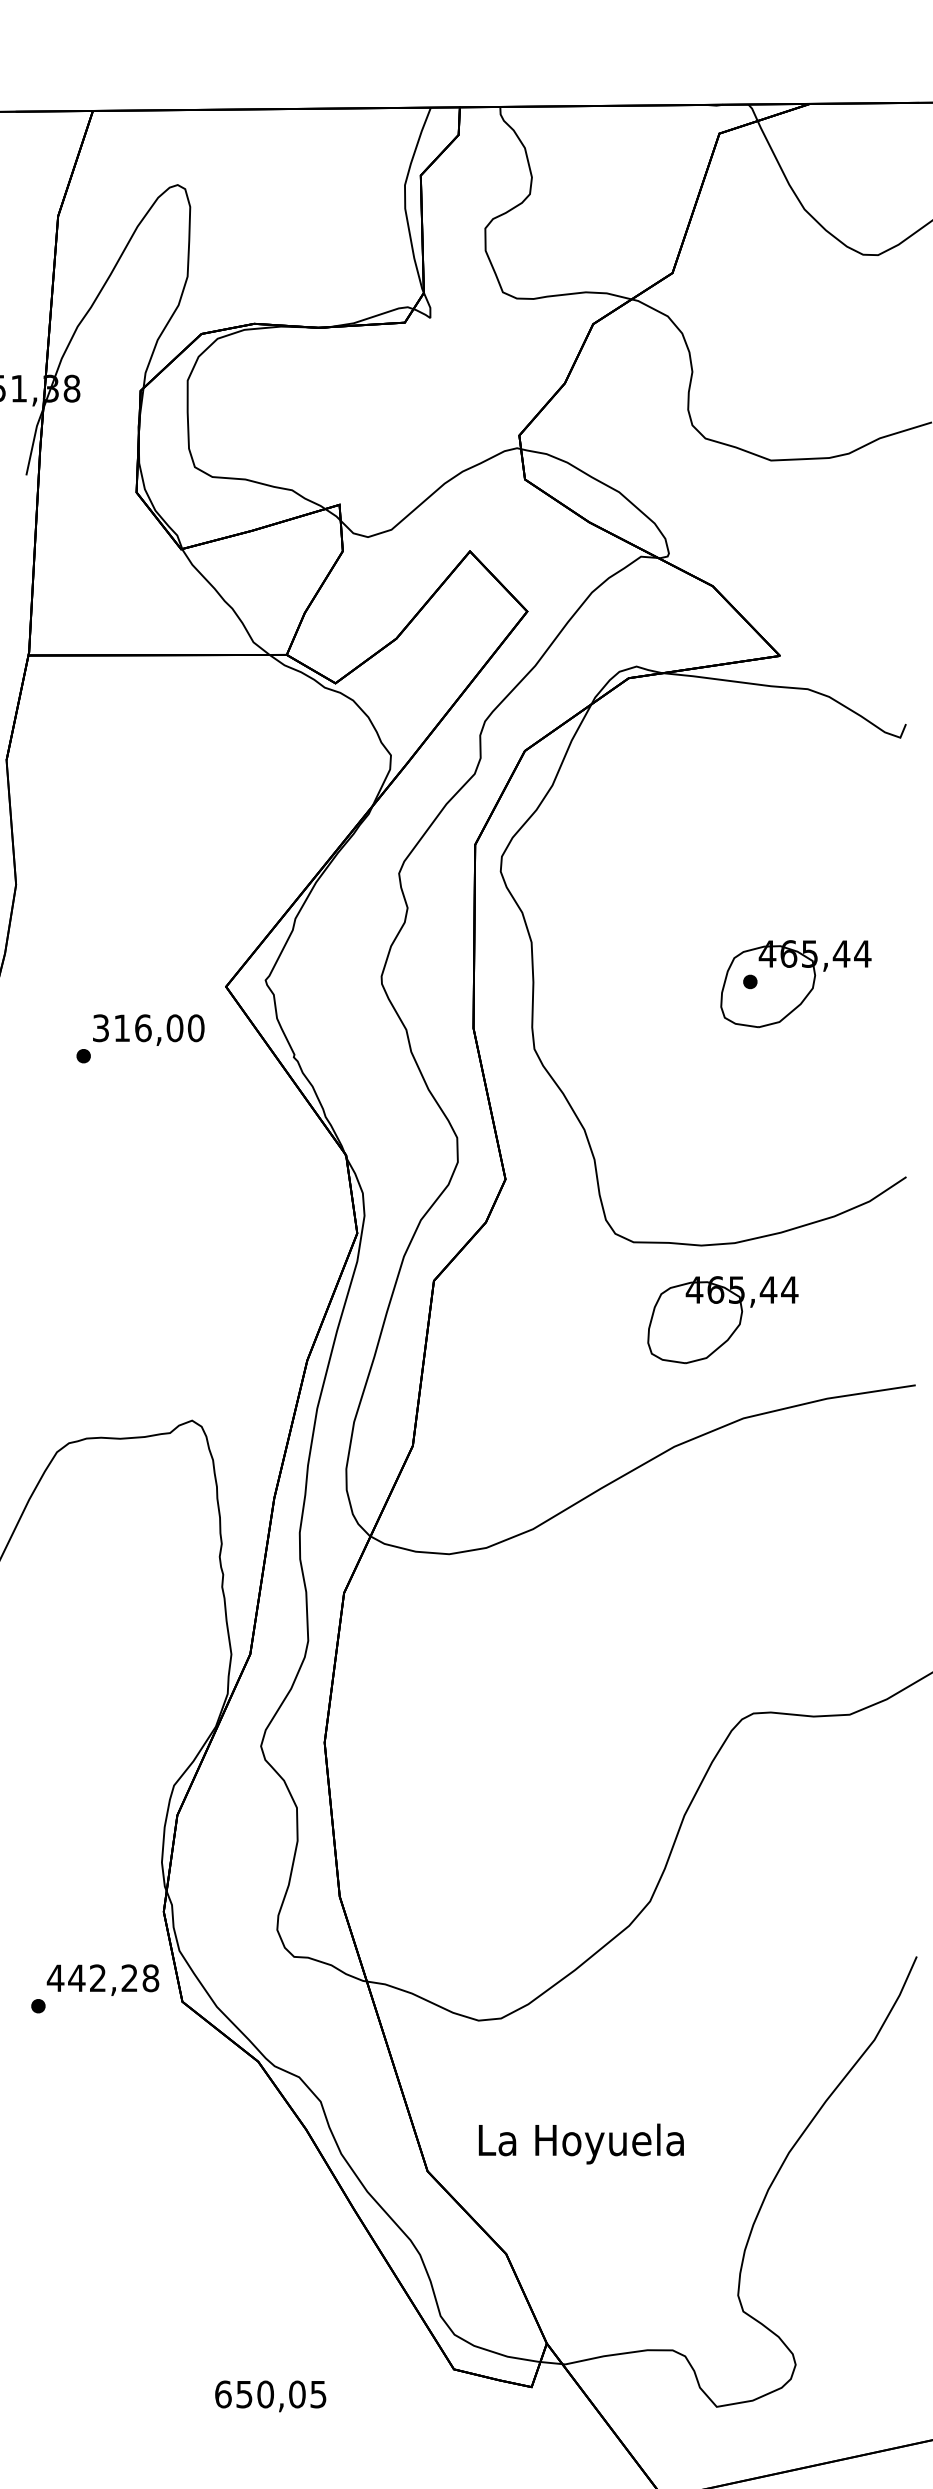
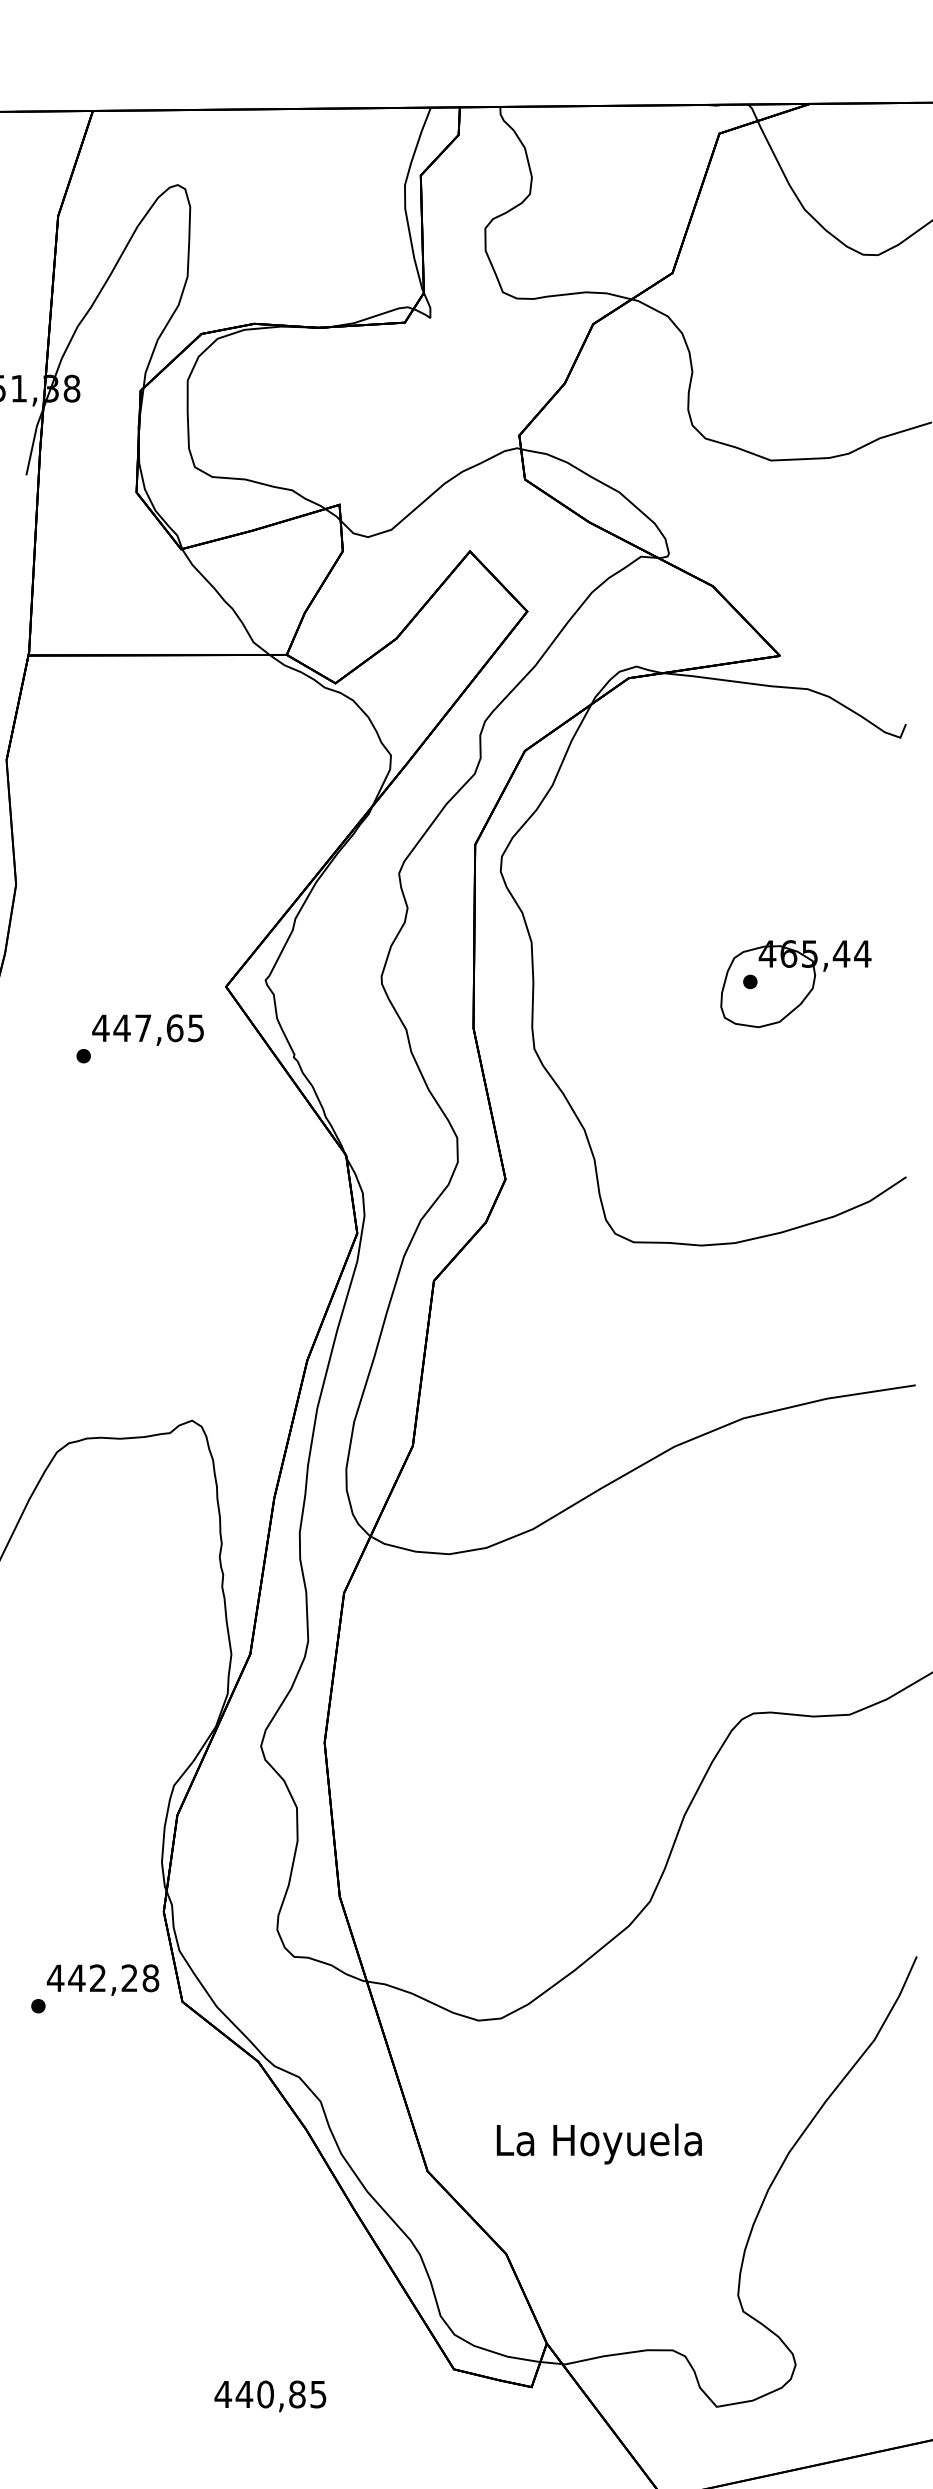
text at (148, 1028): 316,00 -> 447,65
part at (722, 1320): present -> none
text at (581, 2143) position: (581, 2143) -> (599, 2143)
text at (259, 2394): 650,05 -> 440,85
